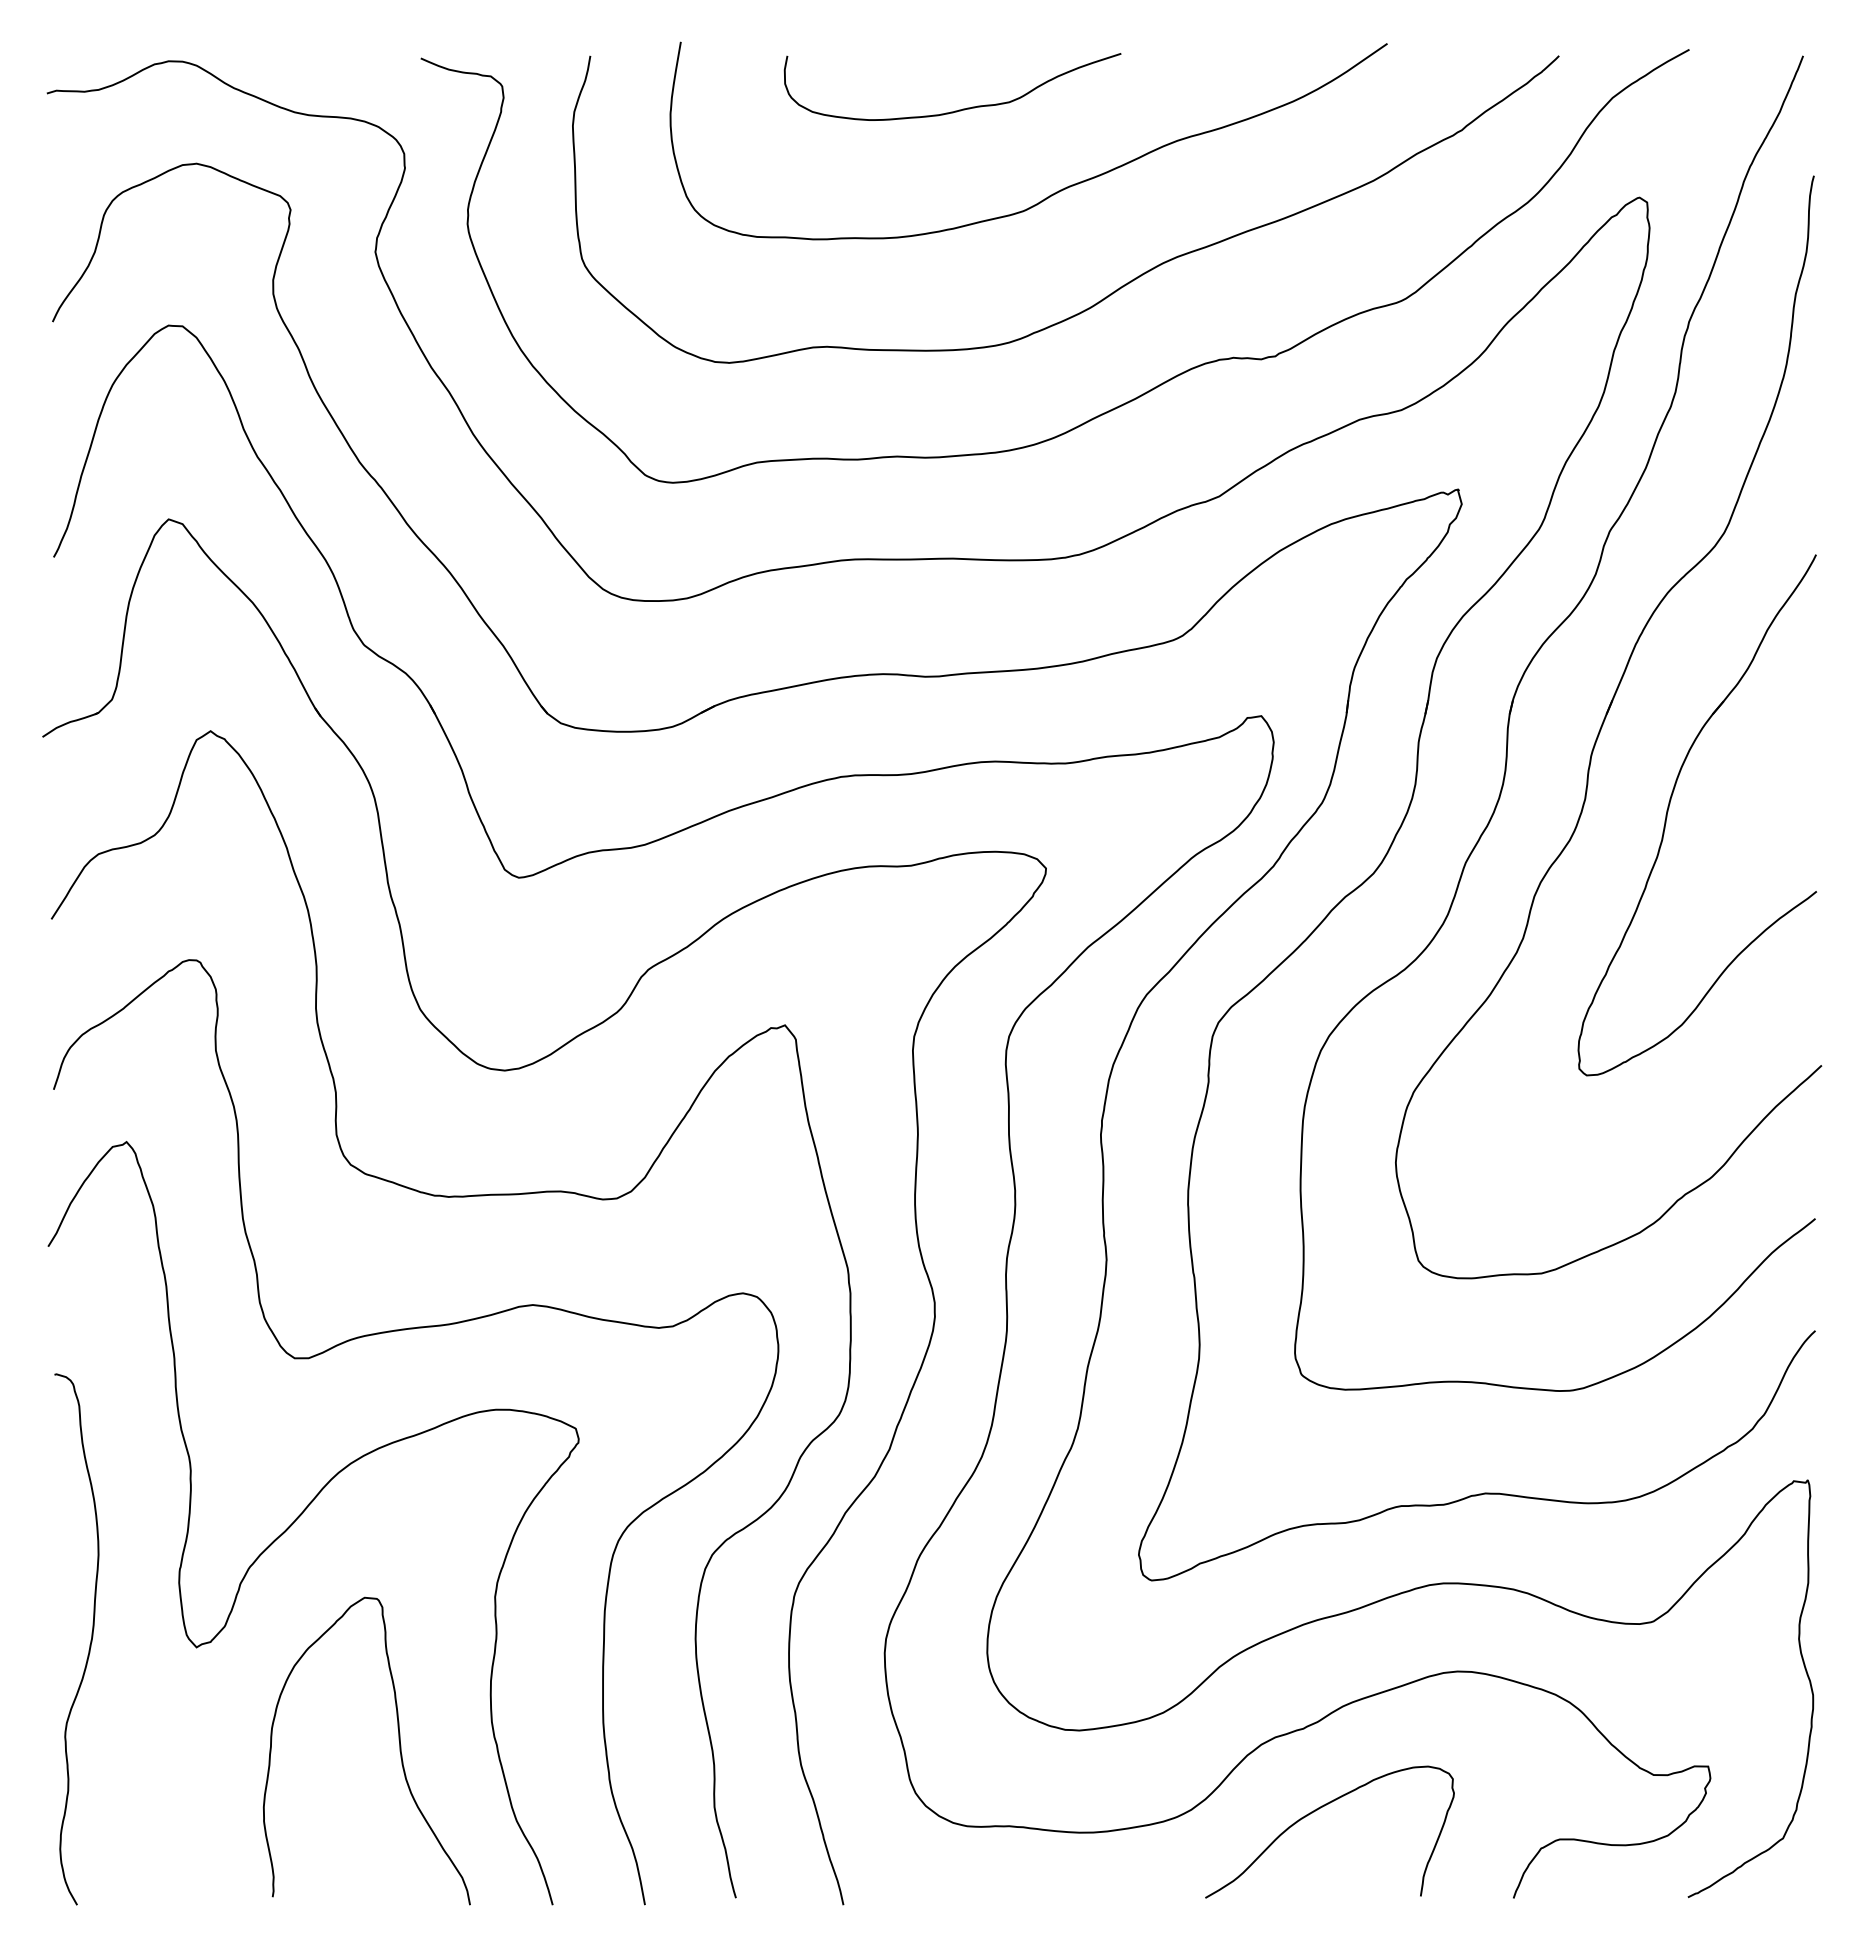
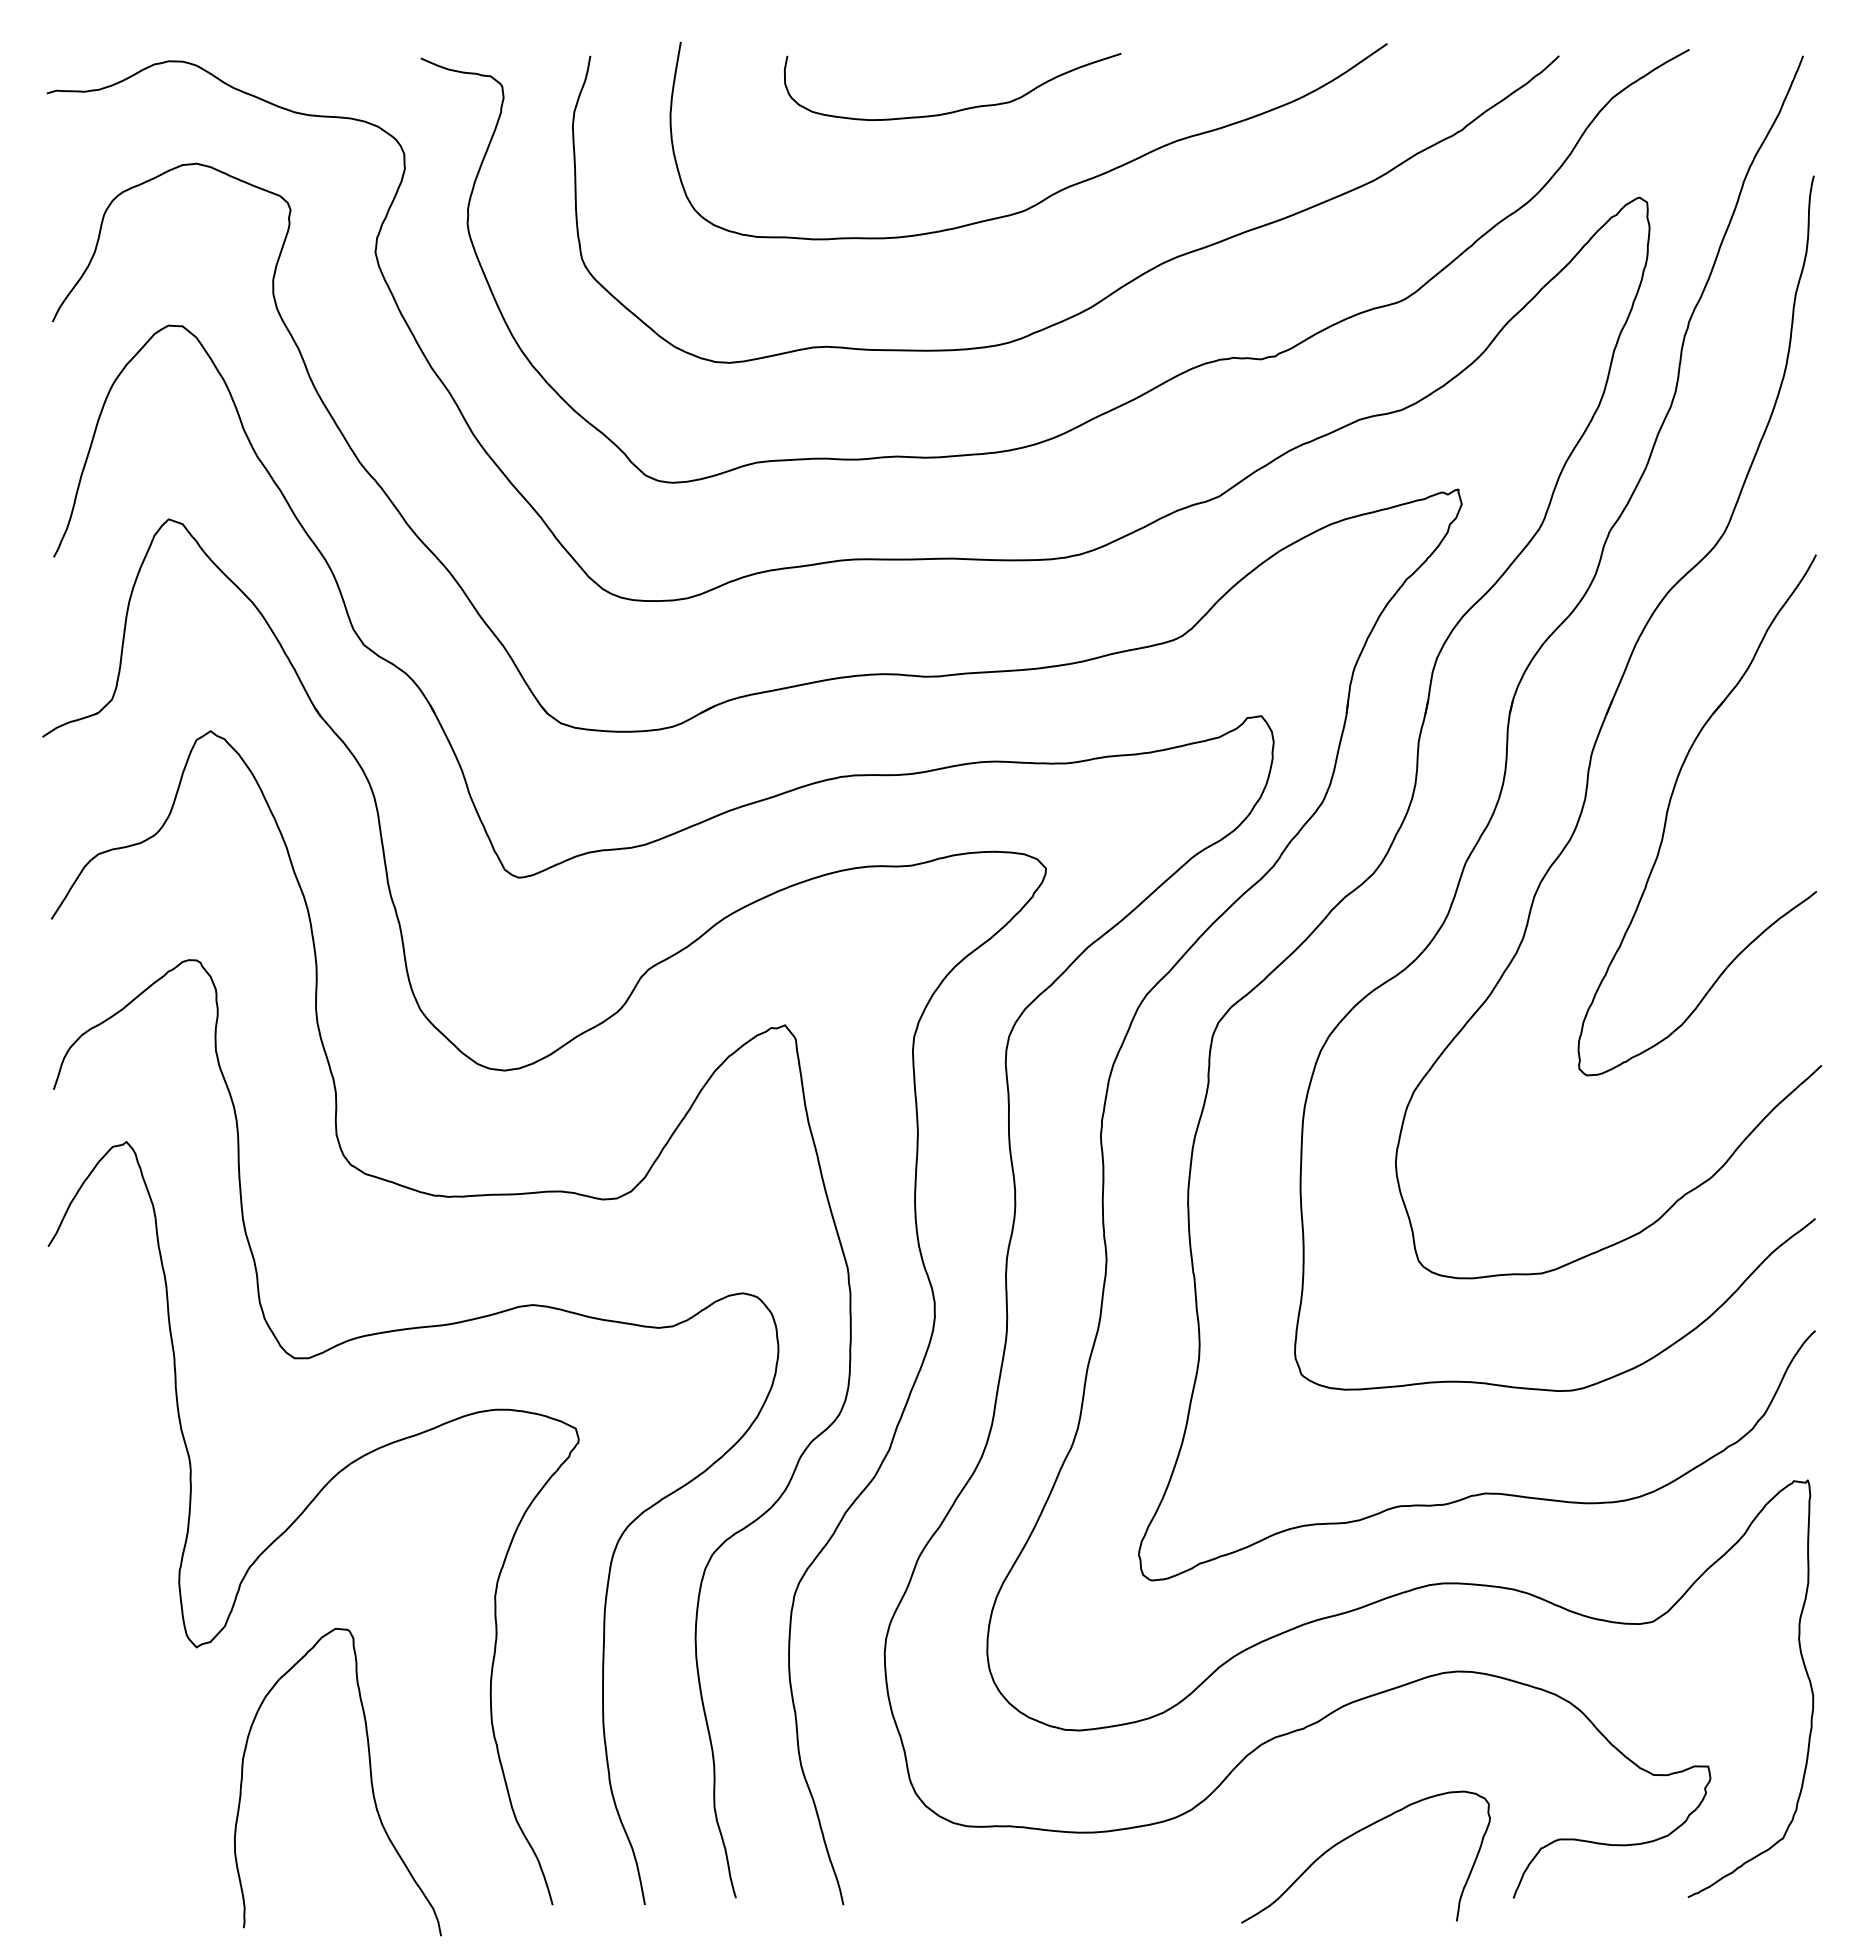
curve at (89, 1644): present -> none
curve at (399, 1750) position: (399, 1750) -> (370, 1781)
curve at (1319, 1809) position: (1319, 1809) -> (1355, 1834)
